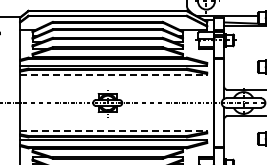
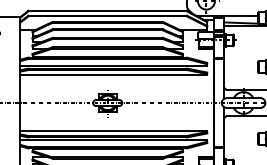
line at (113, 75): dashed -> solid
line at (113, 130): dashed -> solid
